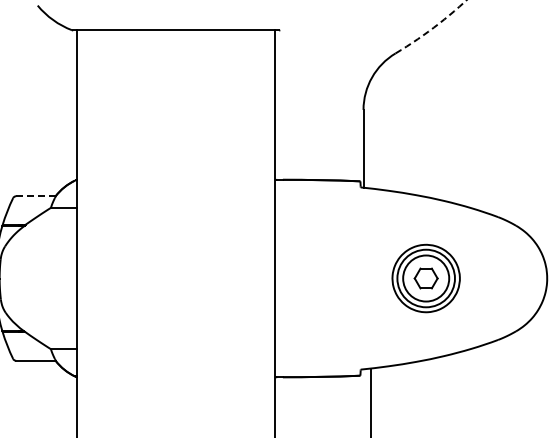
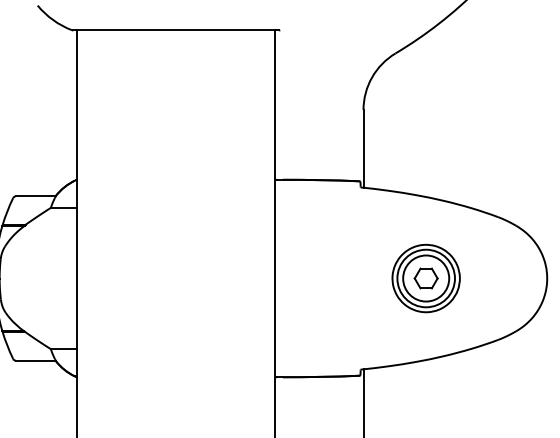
arc at (432, 28): dashed -> solid
line at (35, 196): dashed -> solid
line at (370, 401) position: (370, 401) -> (363, 401)
